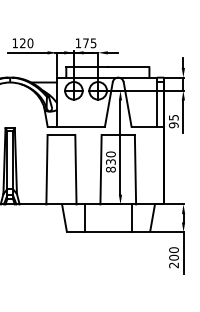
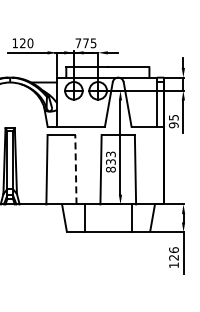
text at (78, 43): 175 -> 775
text at (110, 154): 830 -> 833
line at (75, 169): solid -> dashed
text at (173, 257): 200 -> 126
